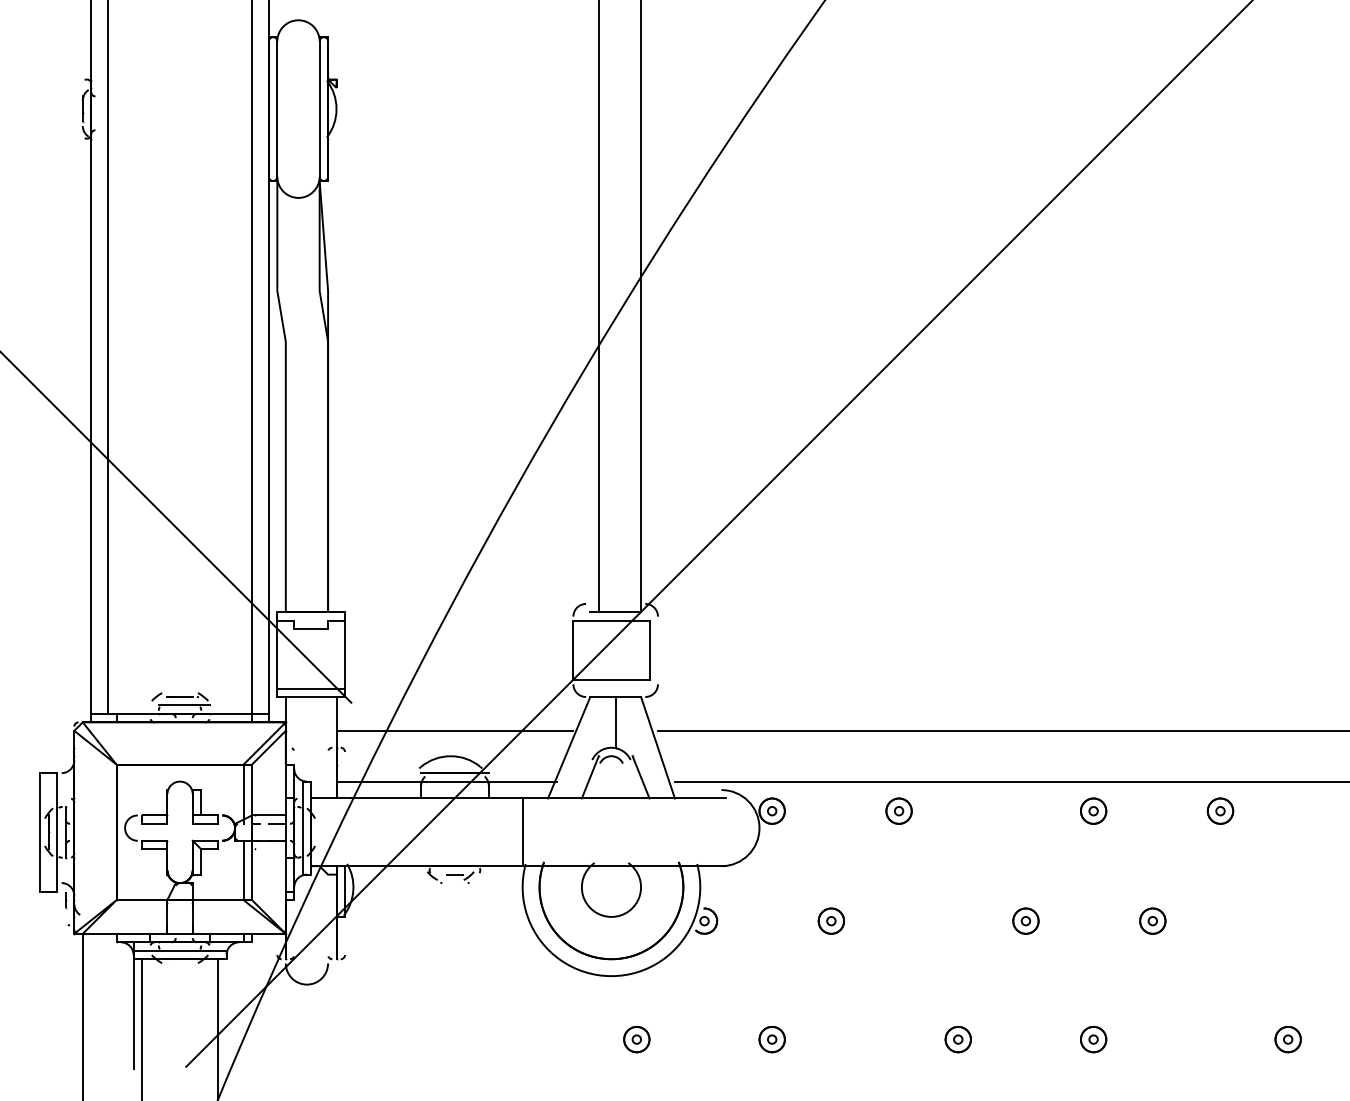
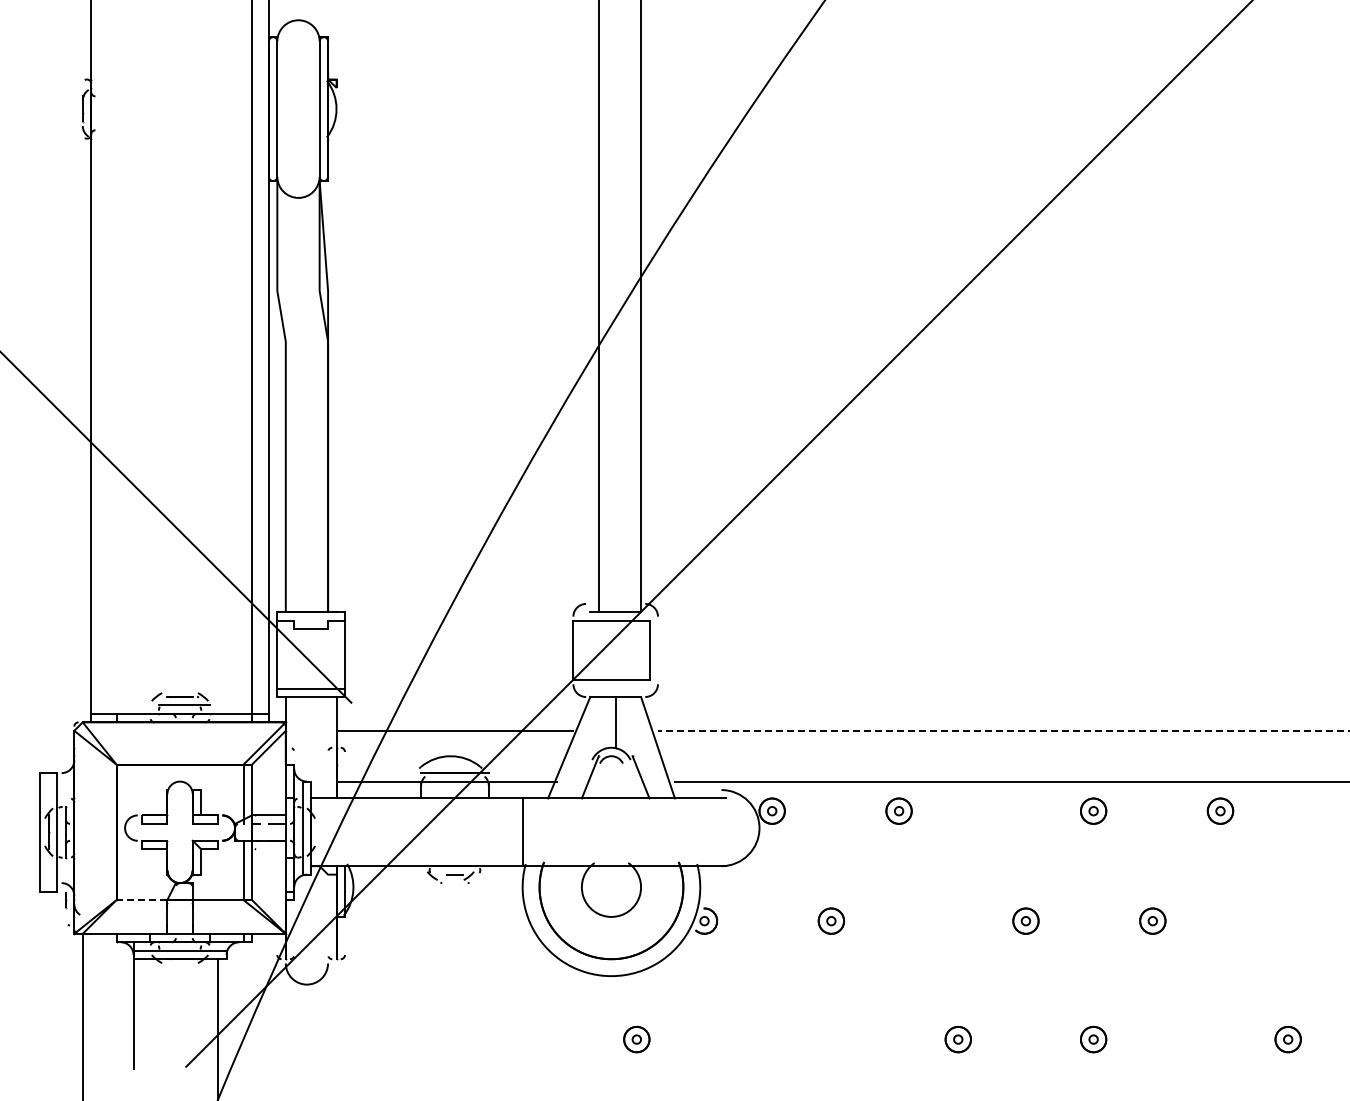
line at (108, 357): present -> none
line at (1004, 730): solid -> dashed
line at (141, 900): solid -> dashed
line at (142, 1028): present -> none
part at (771, 1039): present -> none
